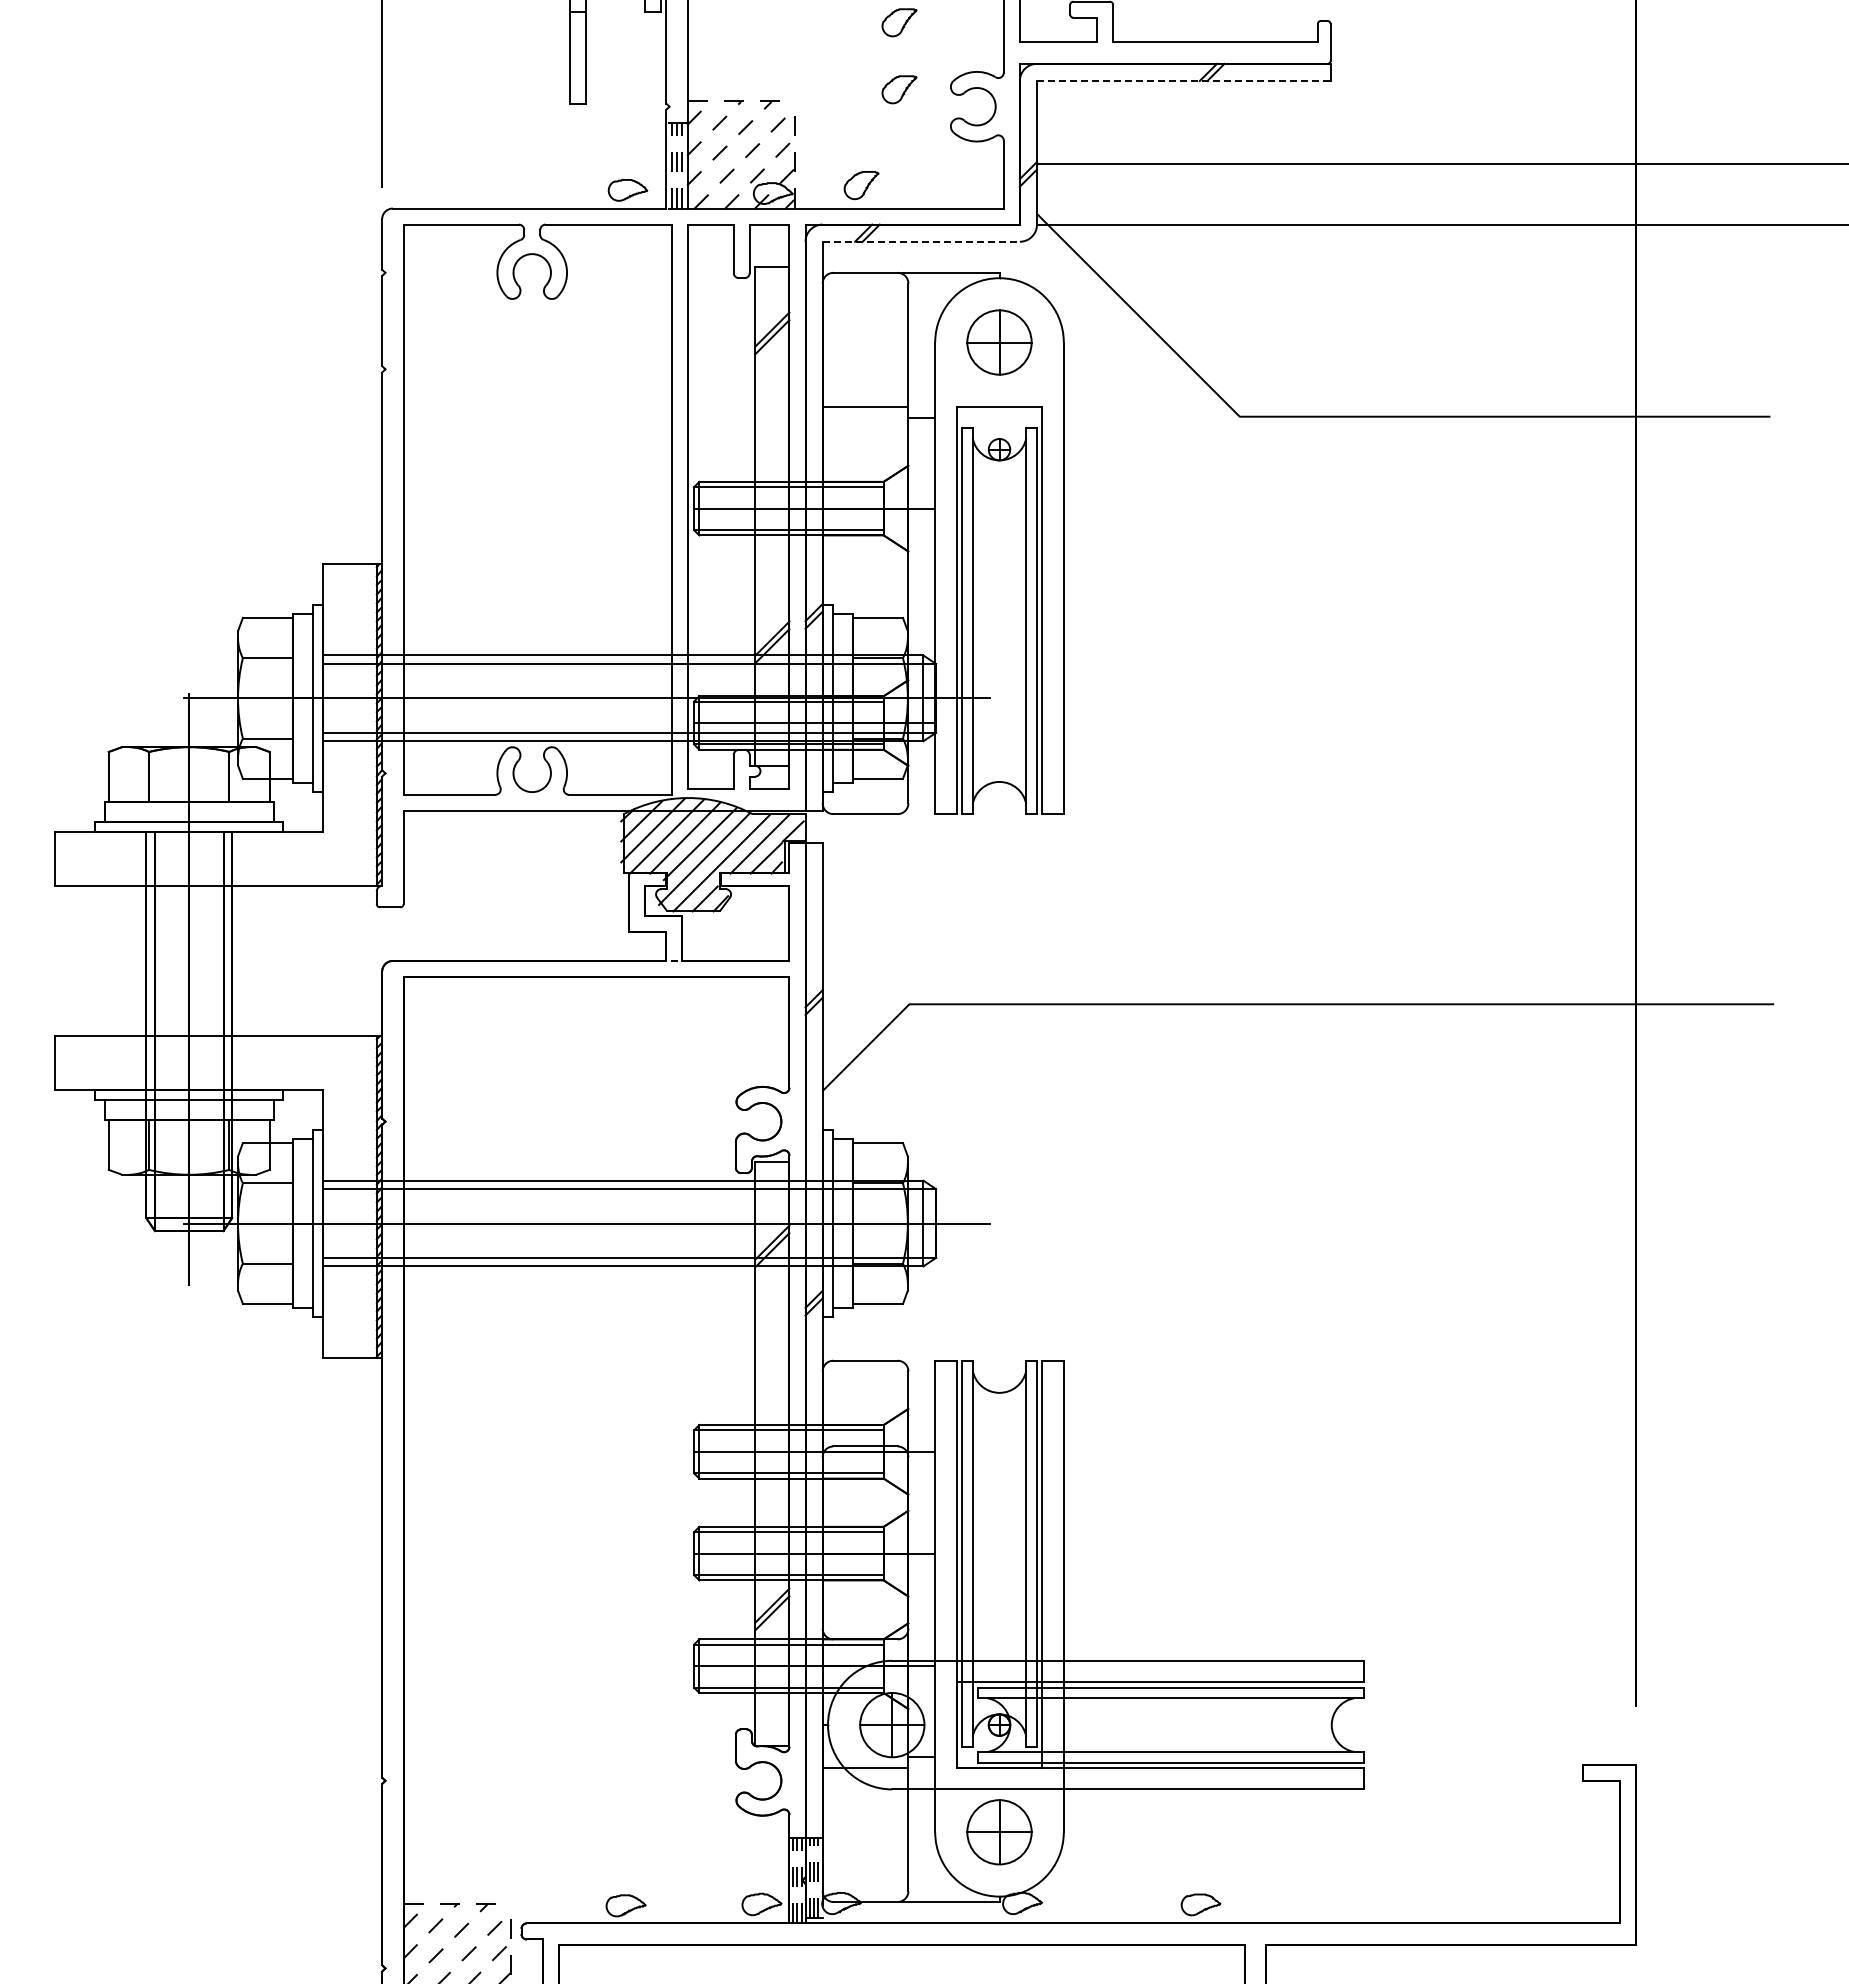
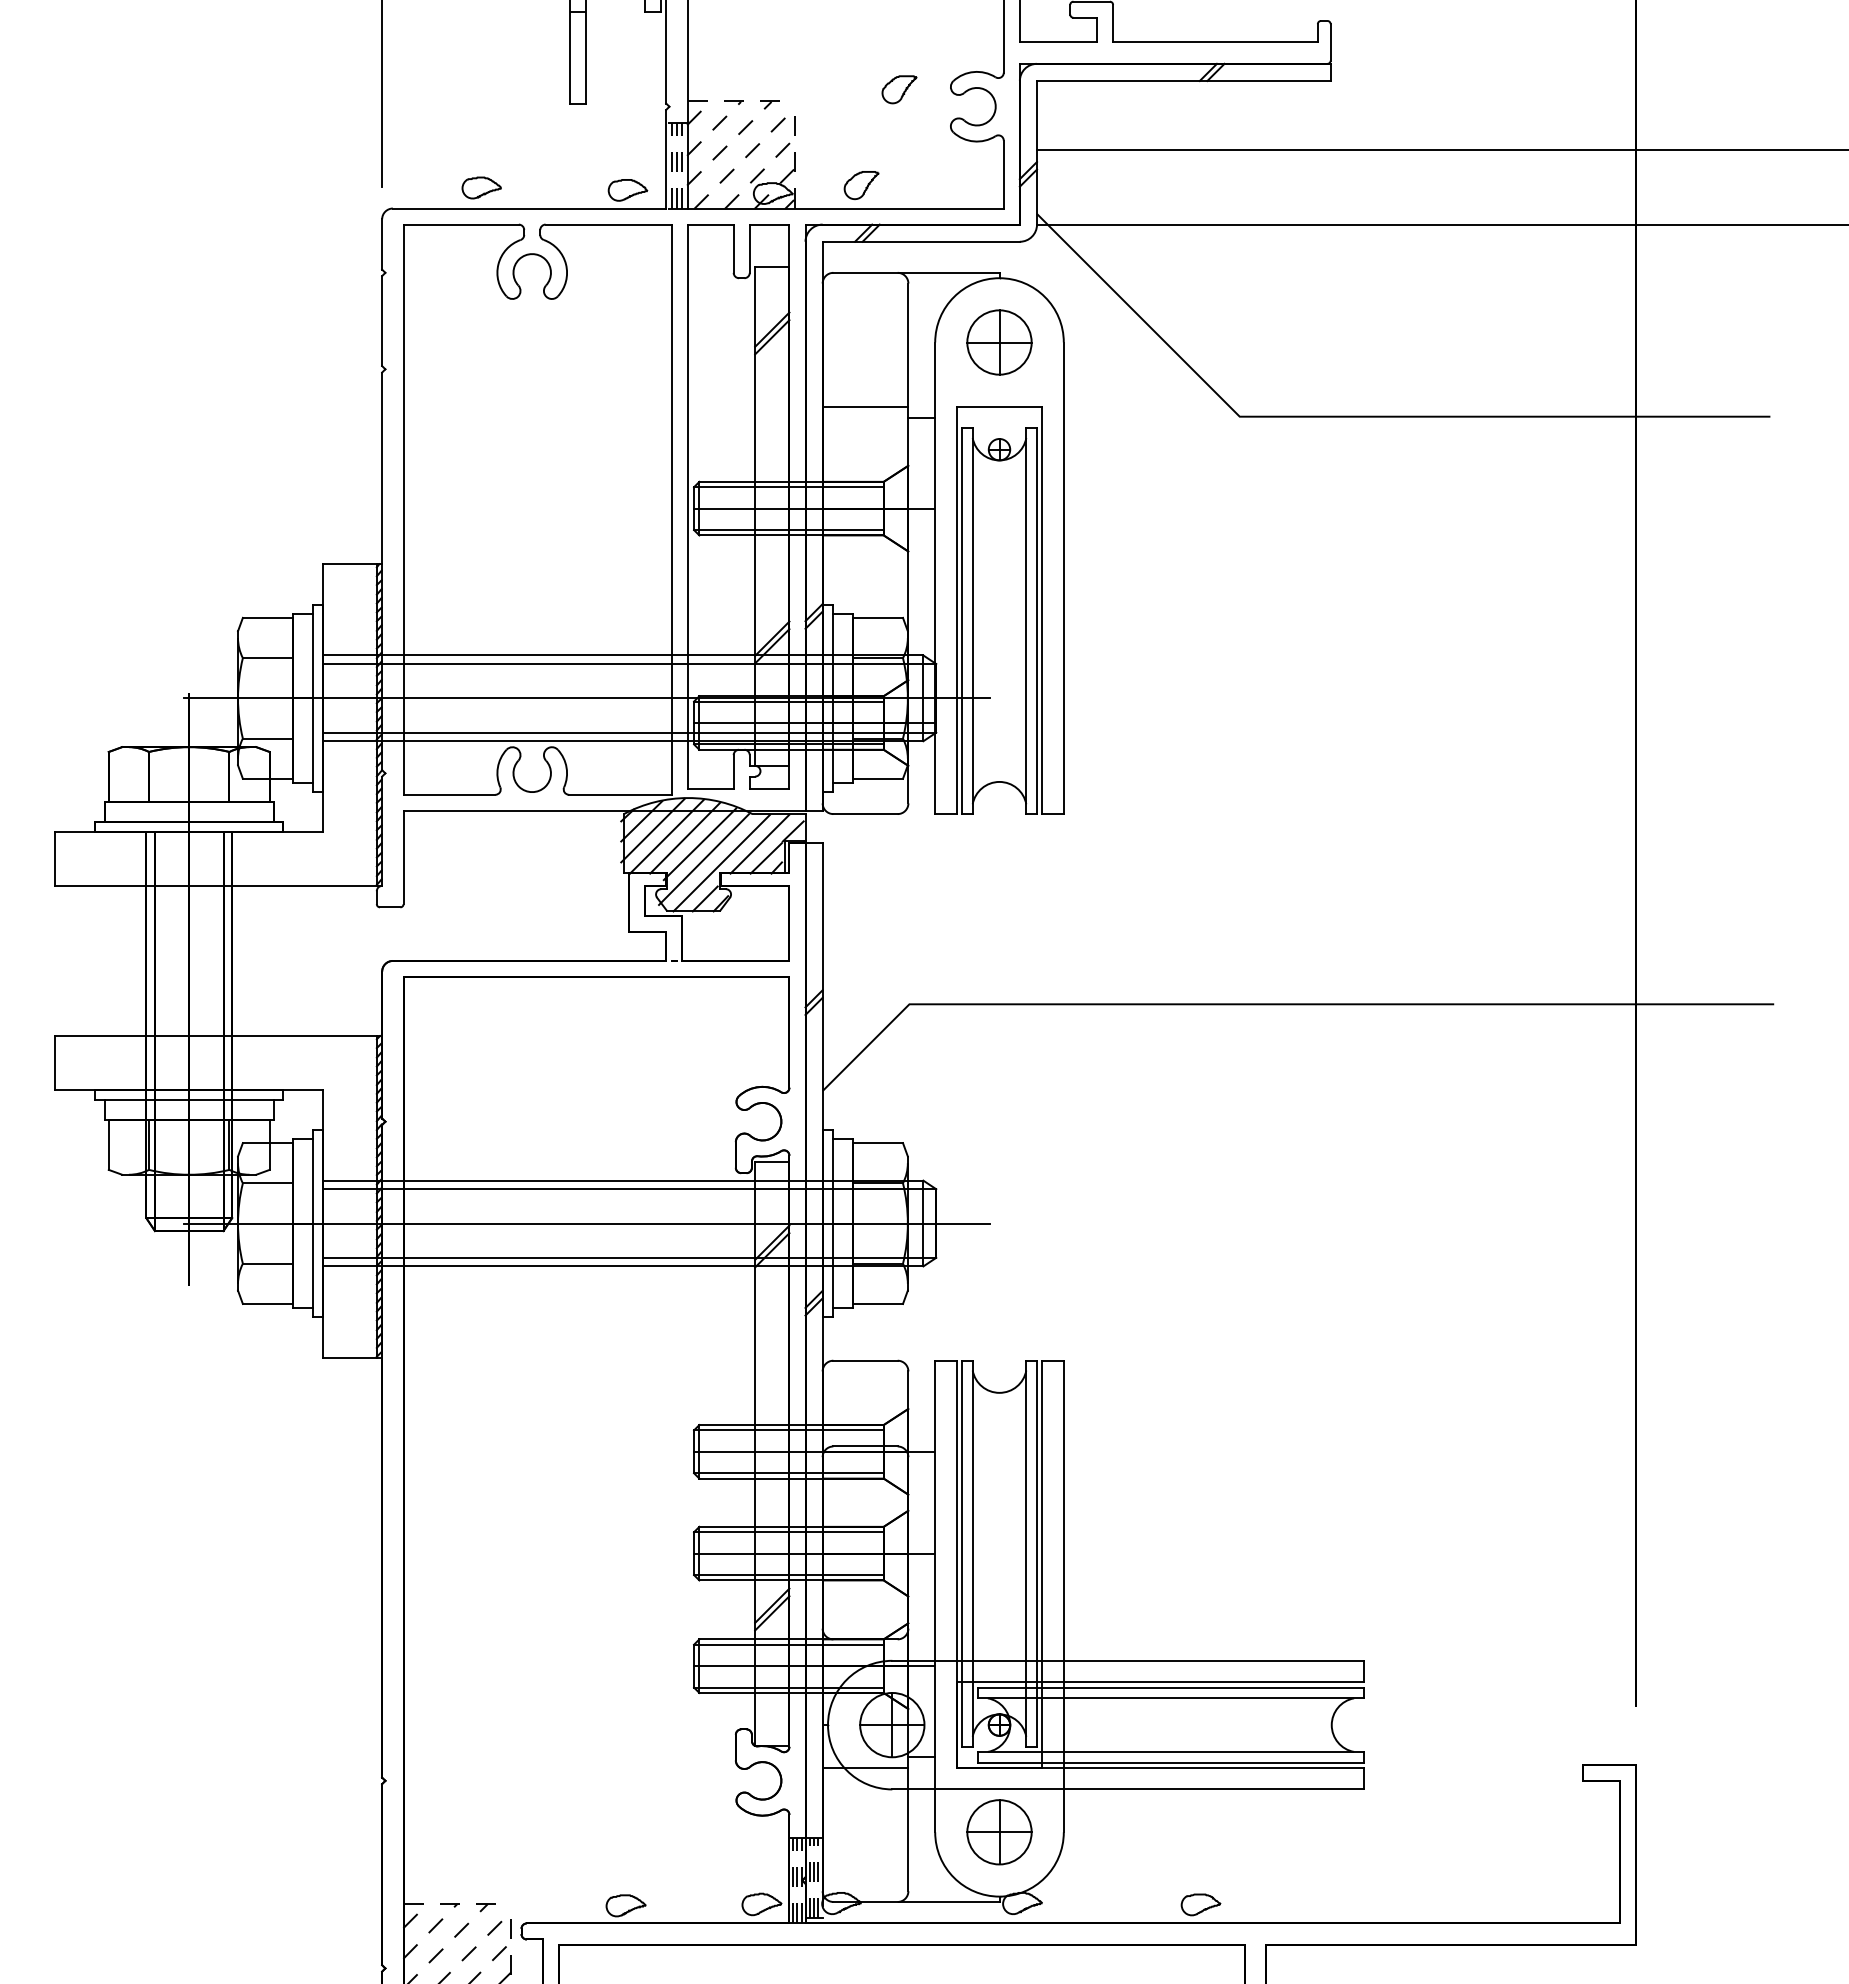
part at (899, 22): present -> none
line at (1183, 81): dashed -> solid
line at (1441, 163) position: (1441, 163) -> (1441, 149)
part at (481, 187): none -> present
line at (921, 241): dashed -> solid
